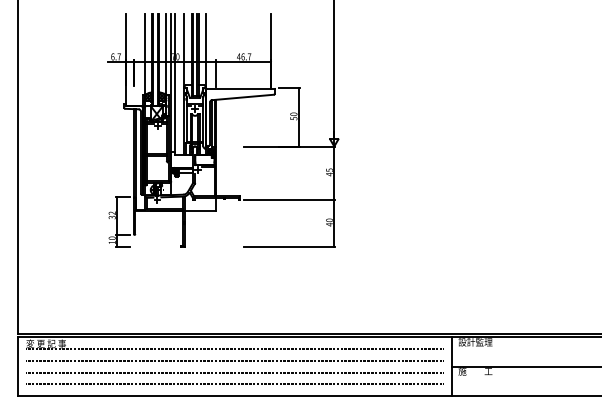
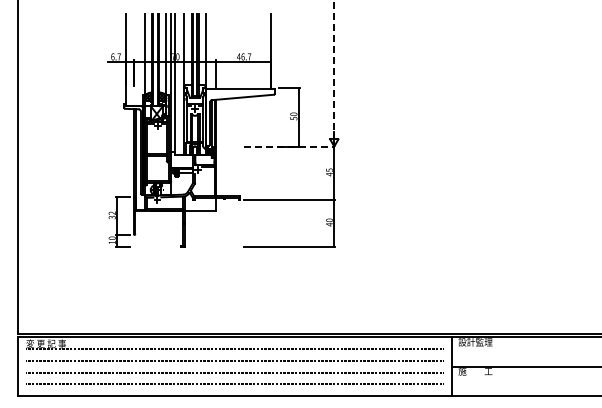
line at (334, 69): solid -> dashed
line at (289, 146): solid -> dashed
